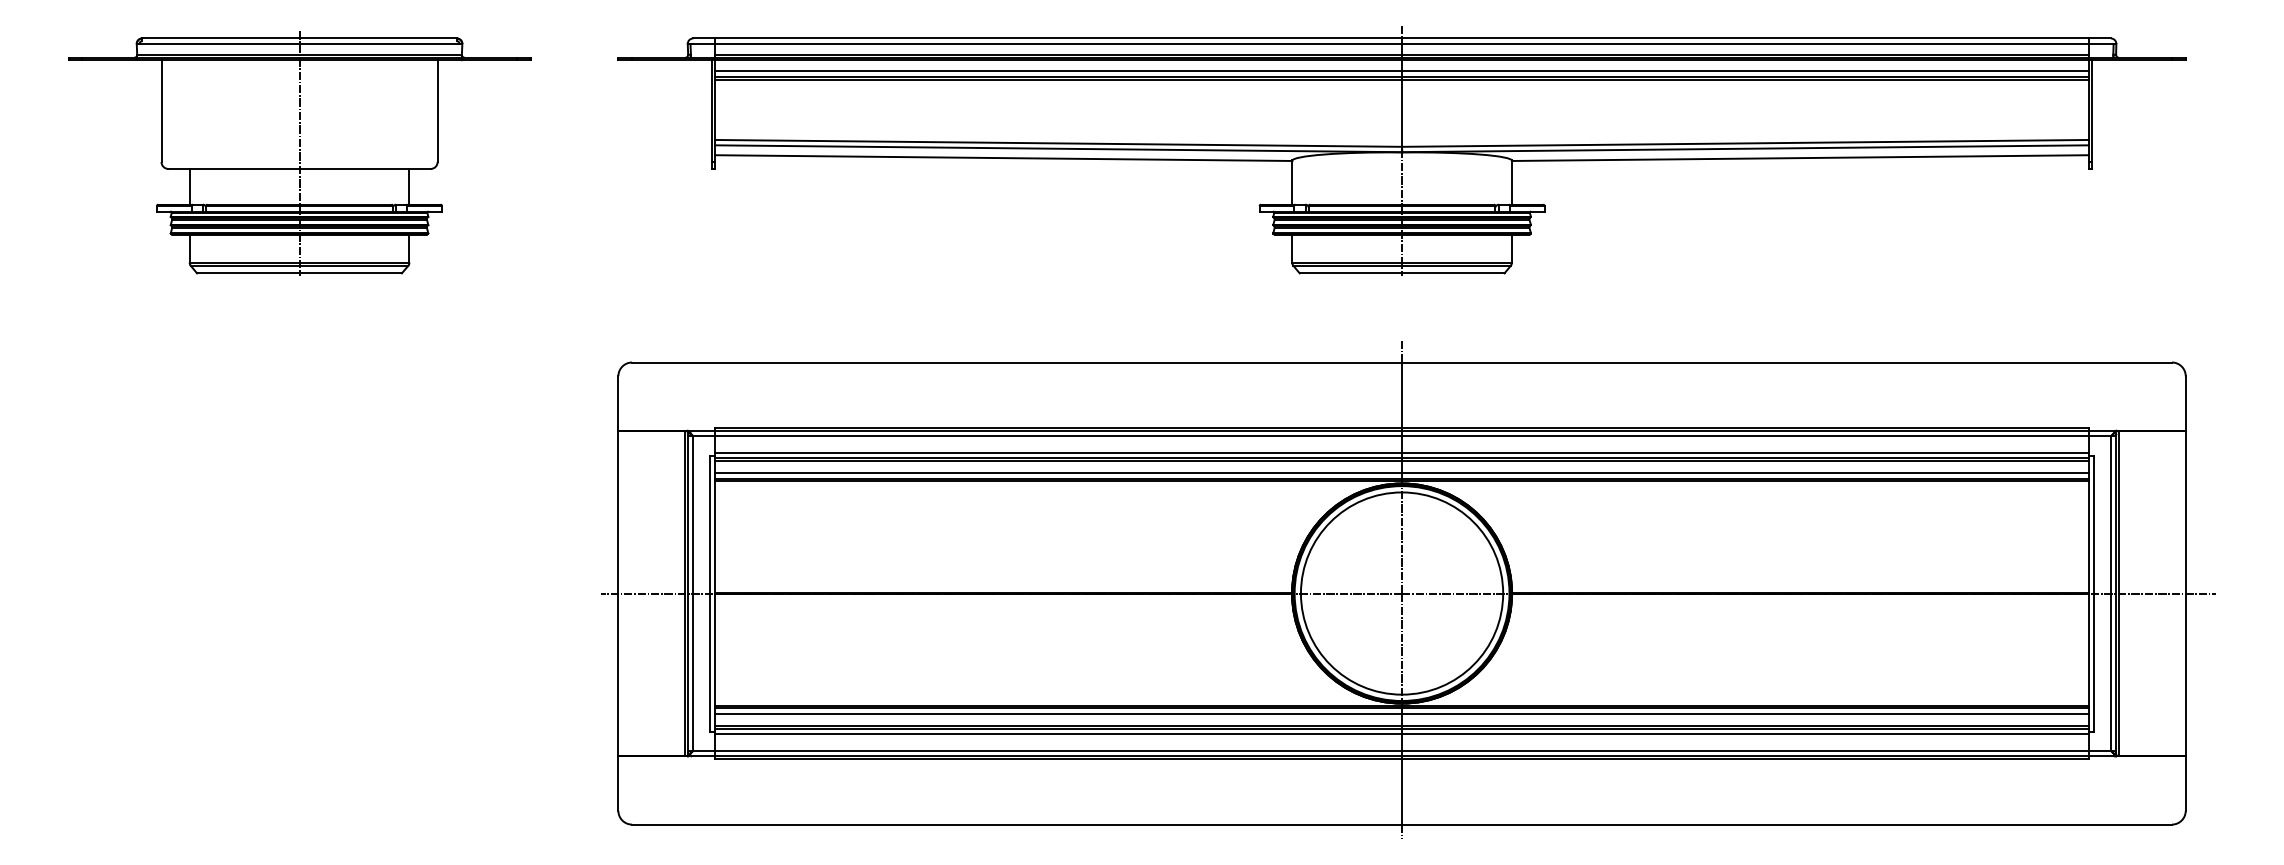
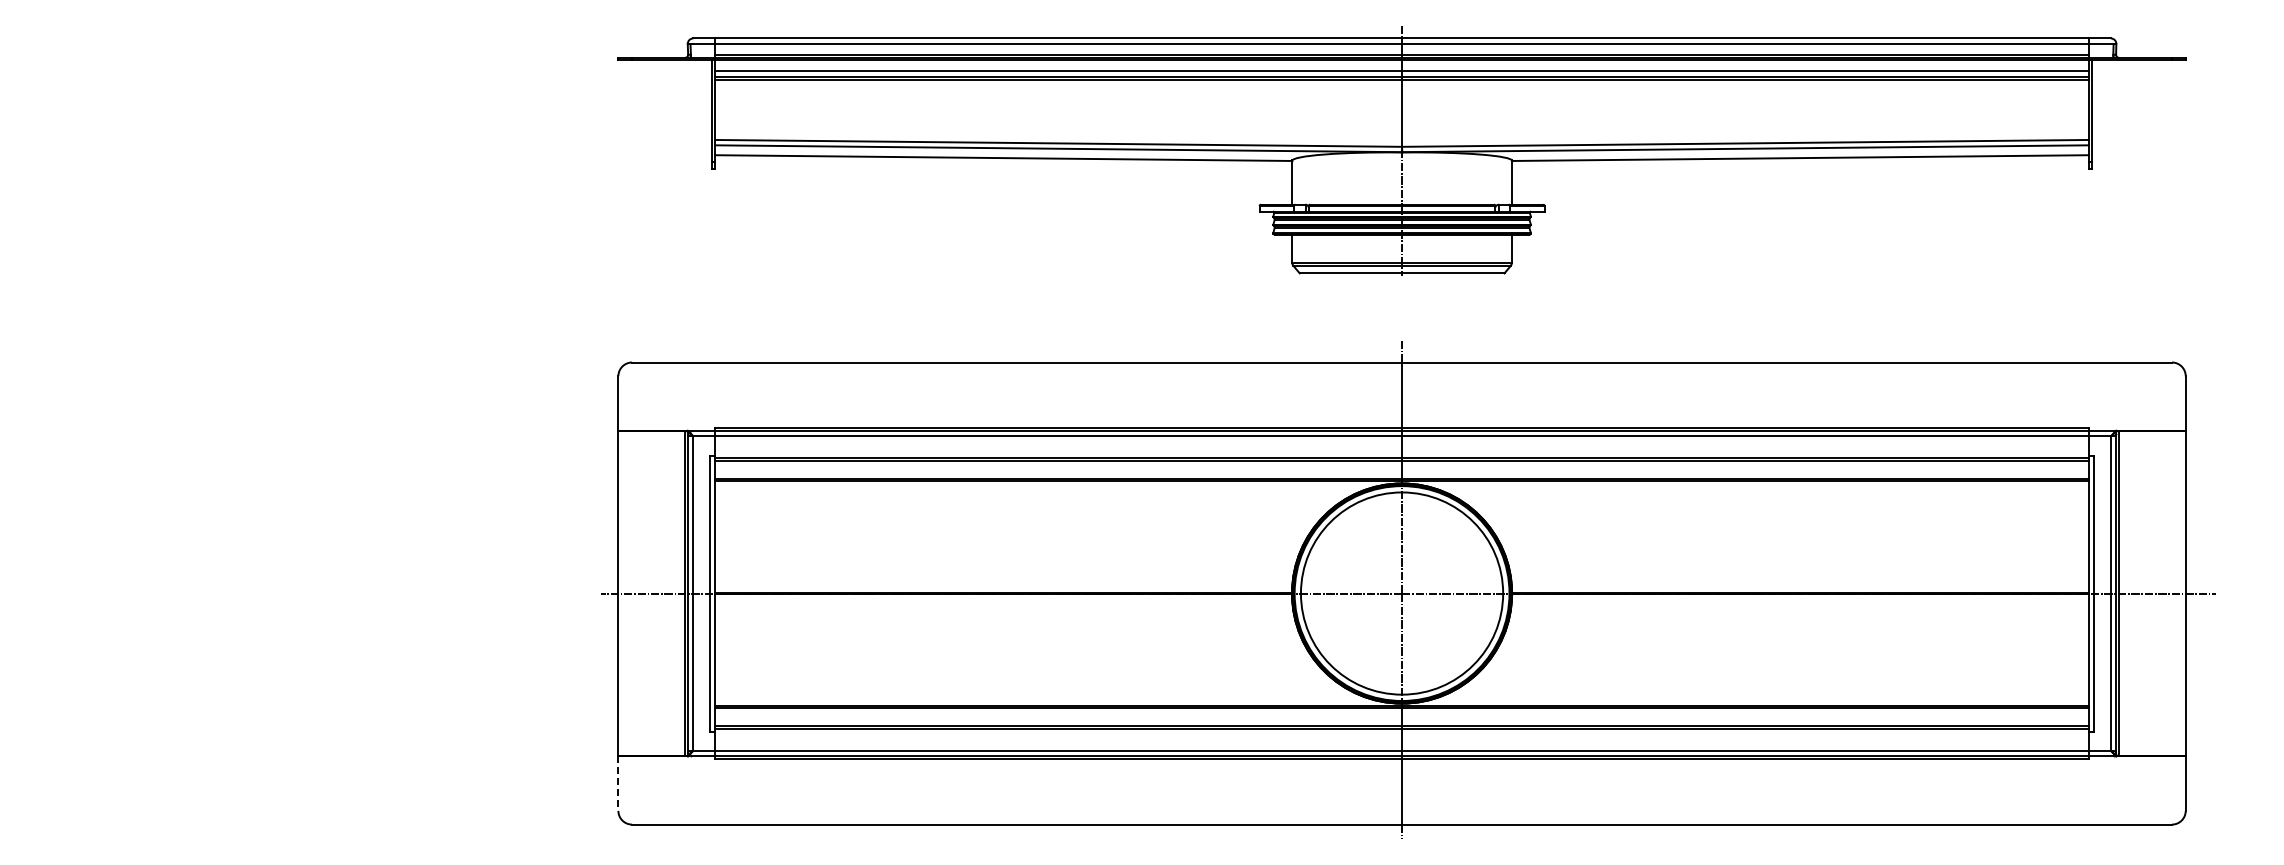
part at (299, 153): present -> none
line at (1401, 452): present -> none
line at (1401, 473): present -> none
line at (1401, 713): present -> none
line at (1401, 734): present -> none
line at (618, 783): solid -> dashed
